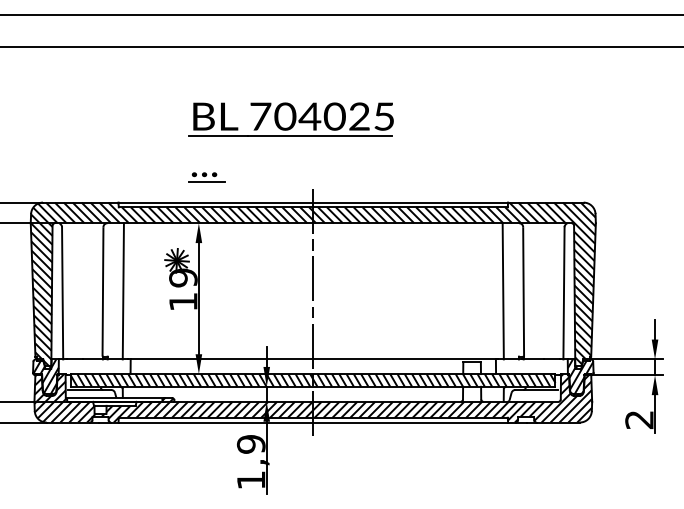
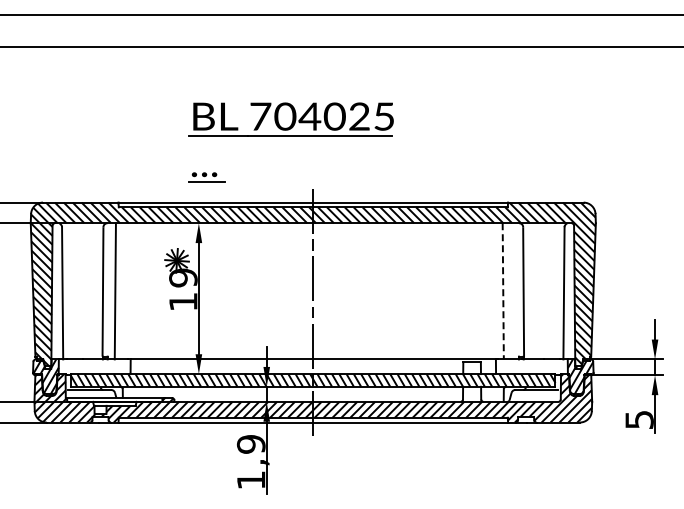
line at (122, 291) position: (122, 291) -> (114, 291)
line at (503, 291): solid -> dashed
text at (639, 420): 2 -> 5
